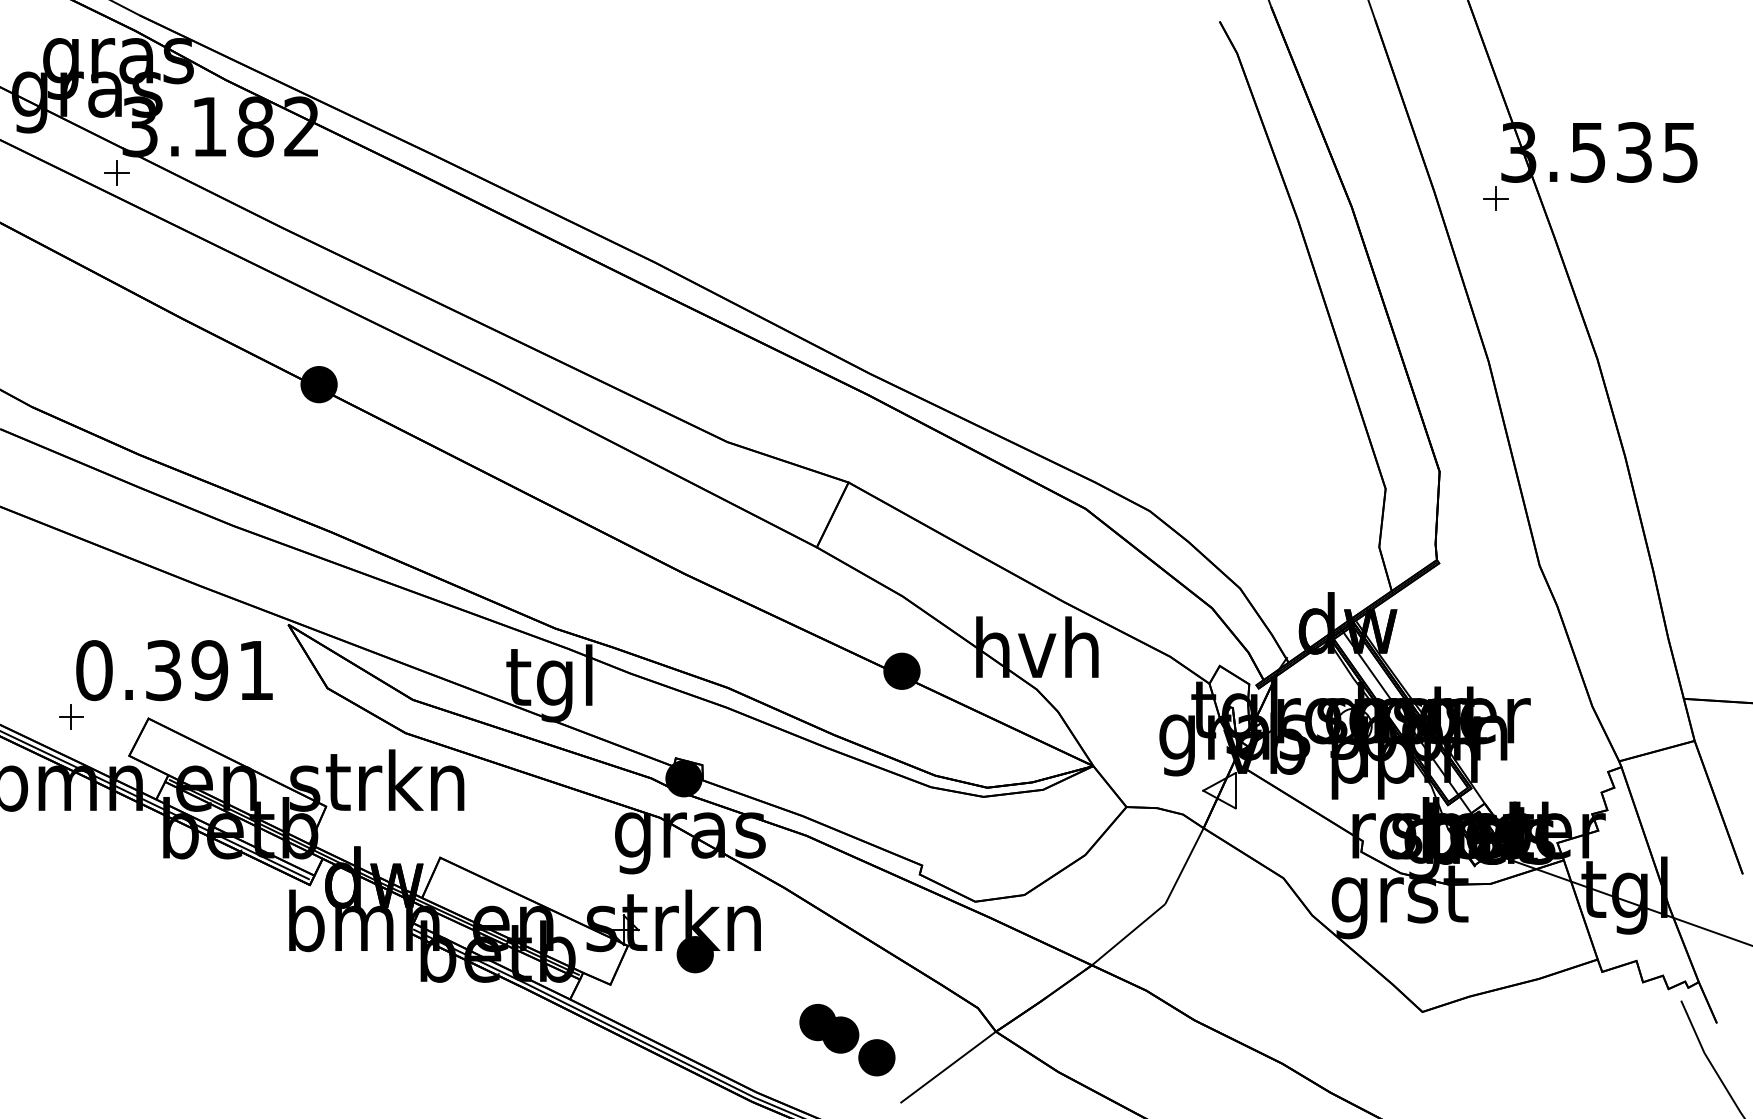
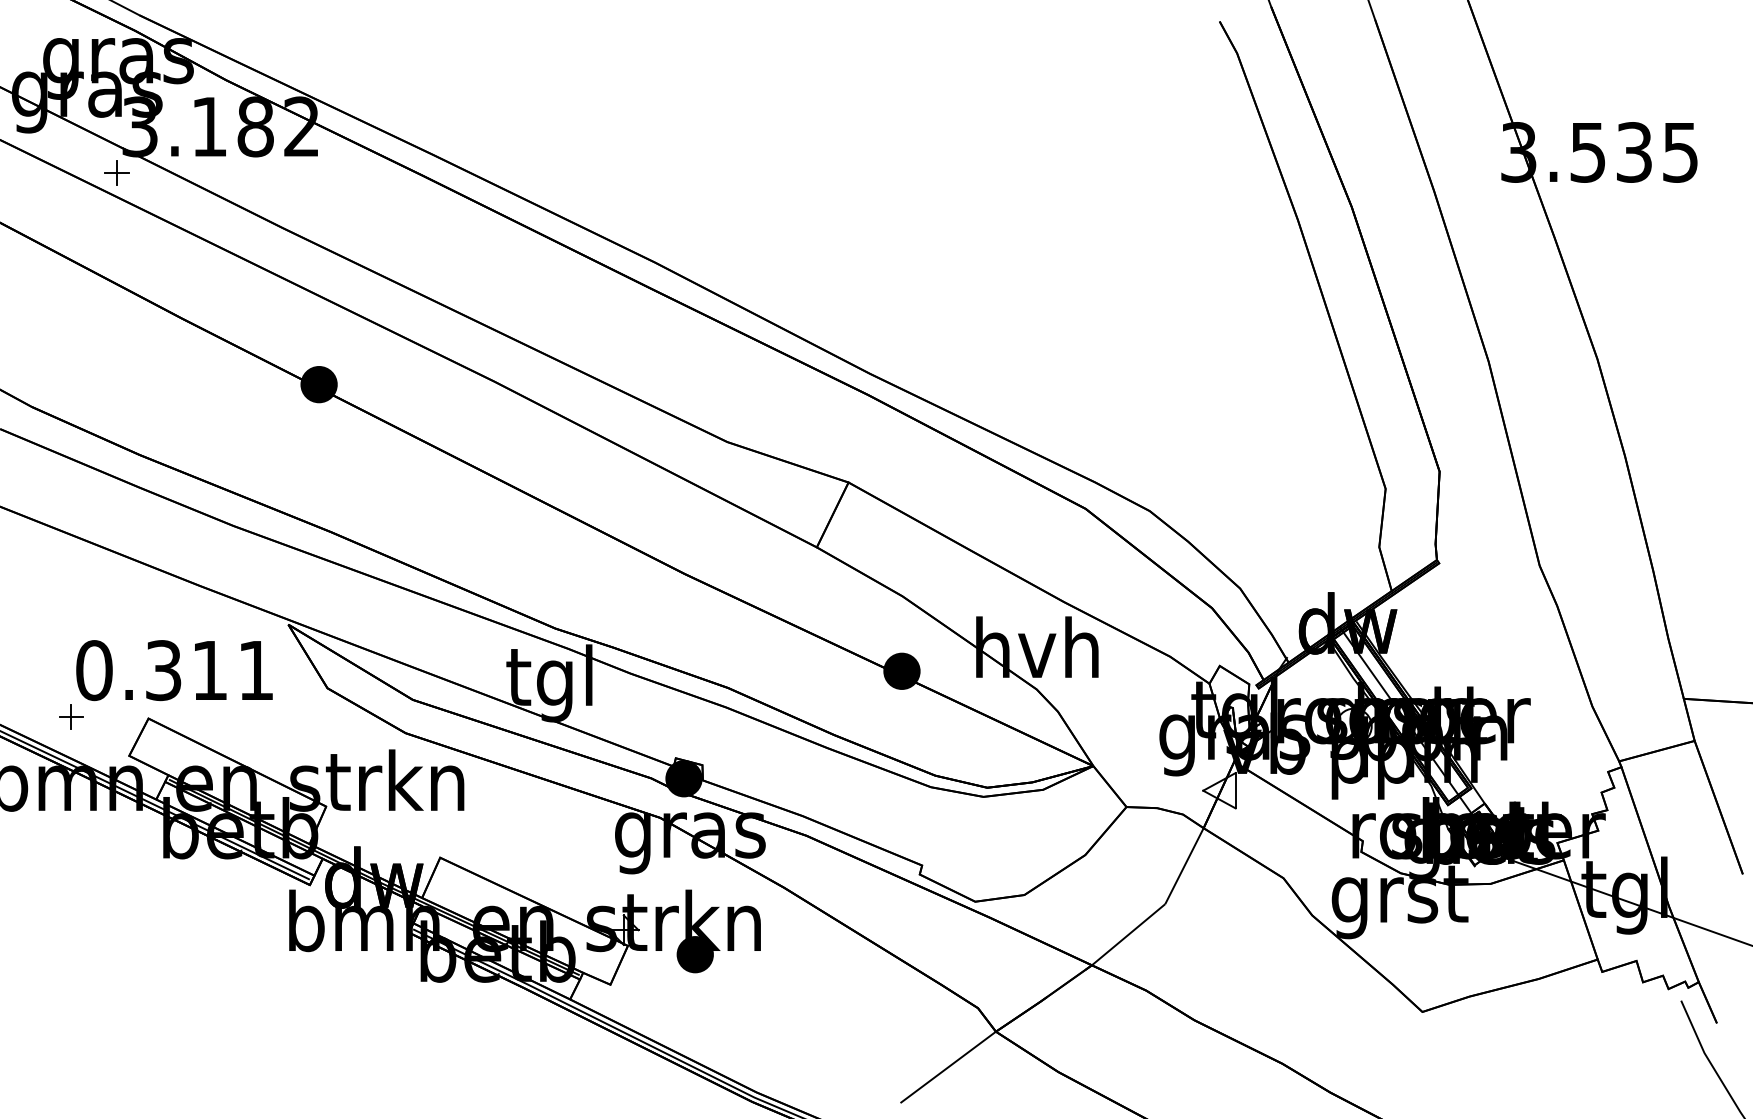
part at (1495, 198): present -> none
text at (209, 670): 0.391 -> 0.311
part at (847, 1040): present -> none
